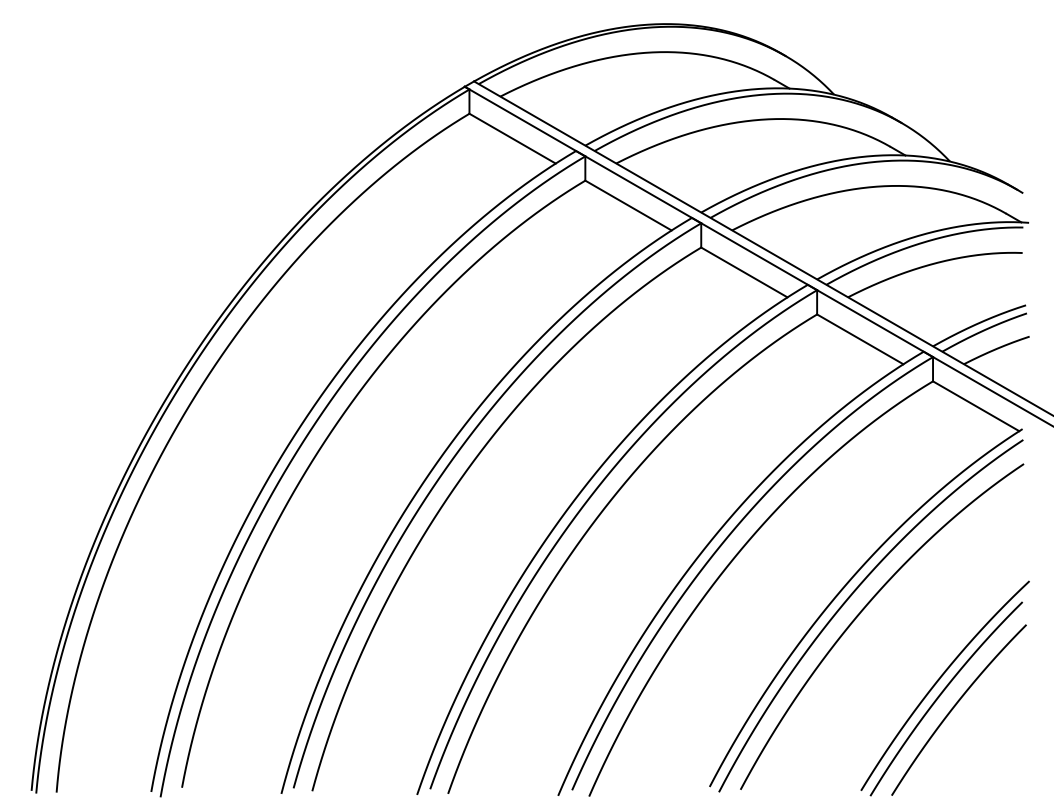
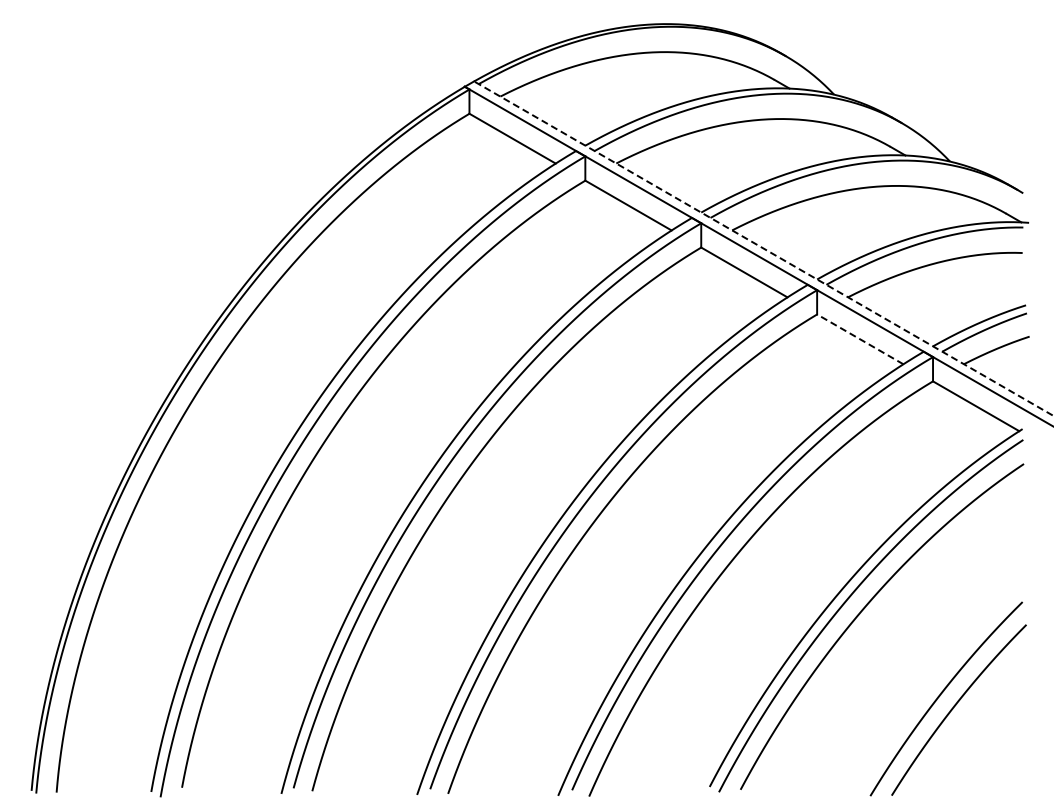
line at (763, 248): solid -> dashed
line at (860, 339): solid -> dashed
curve at (939, 680): present -> none
